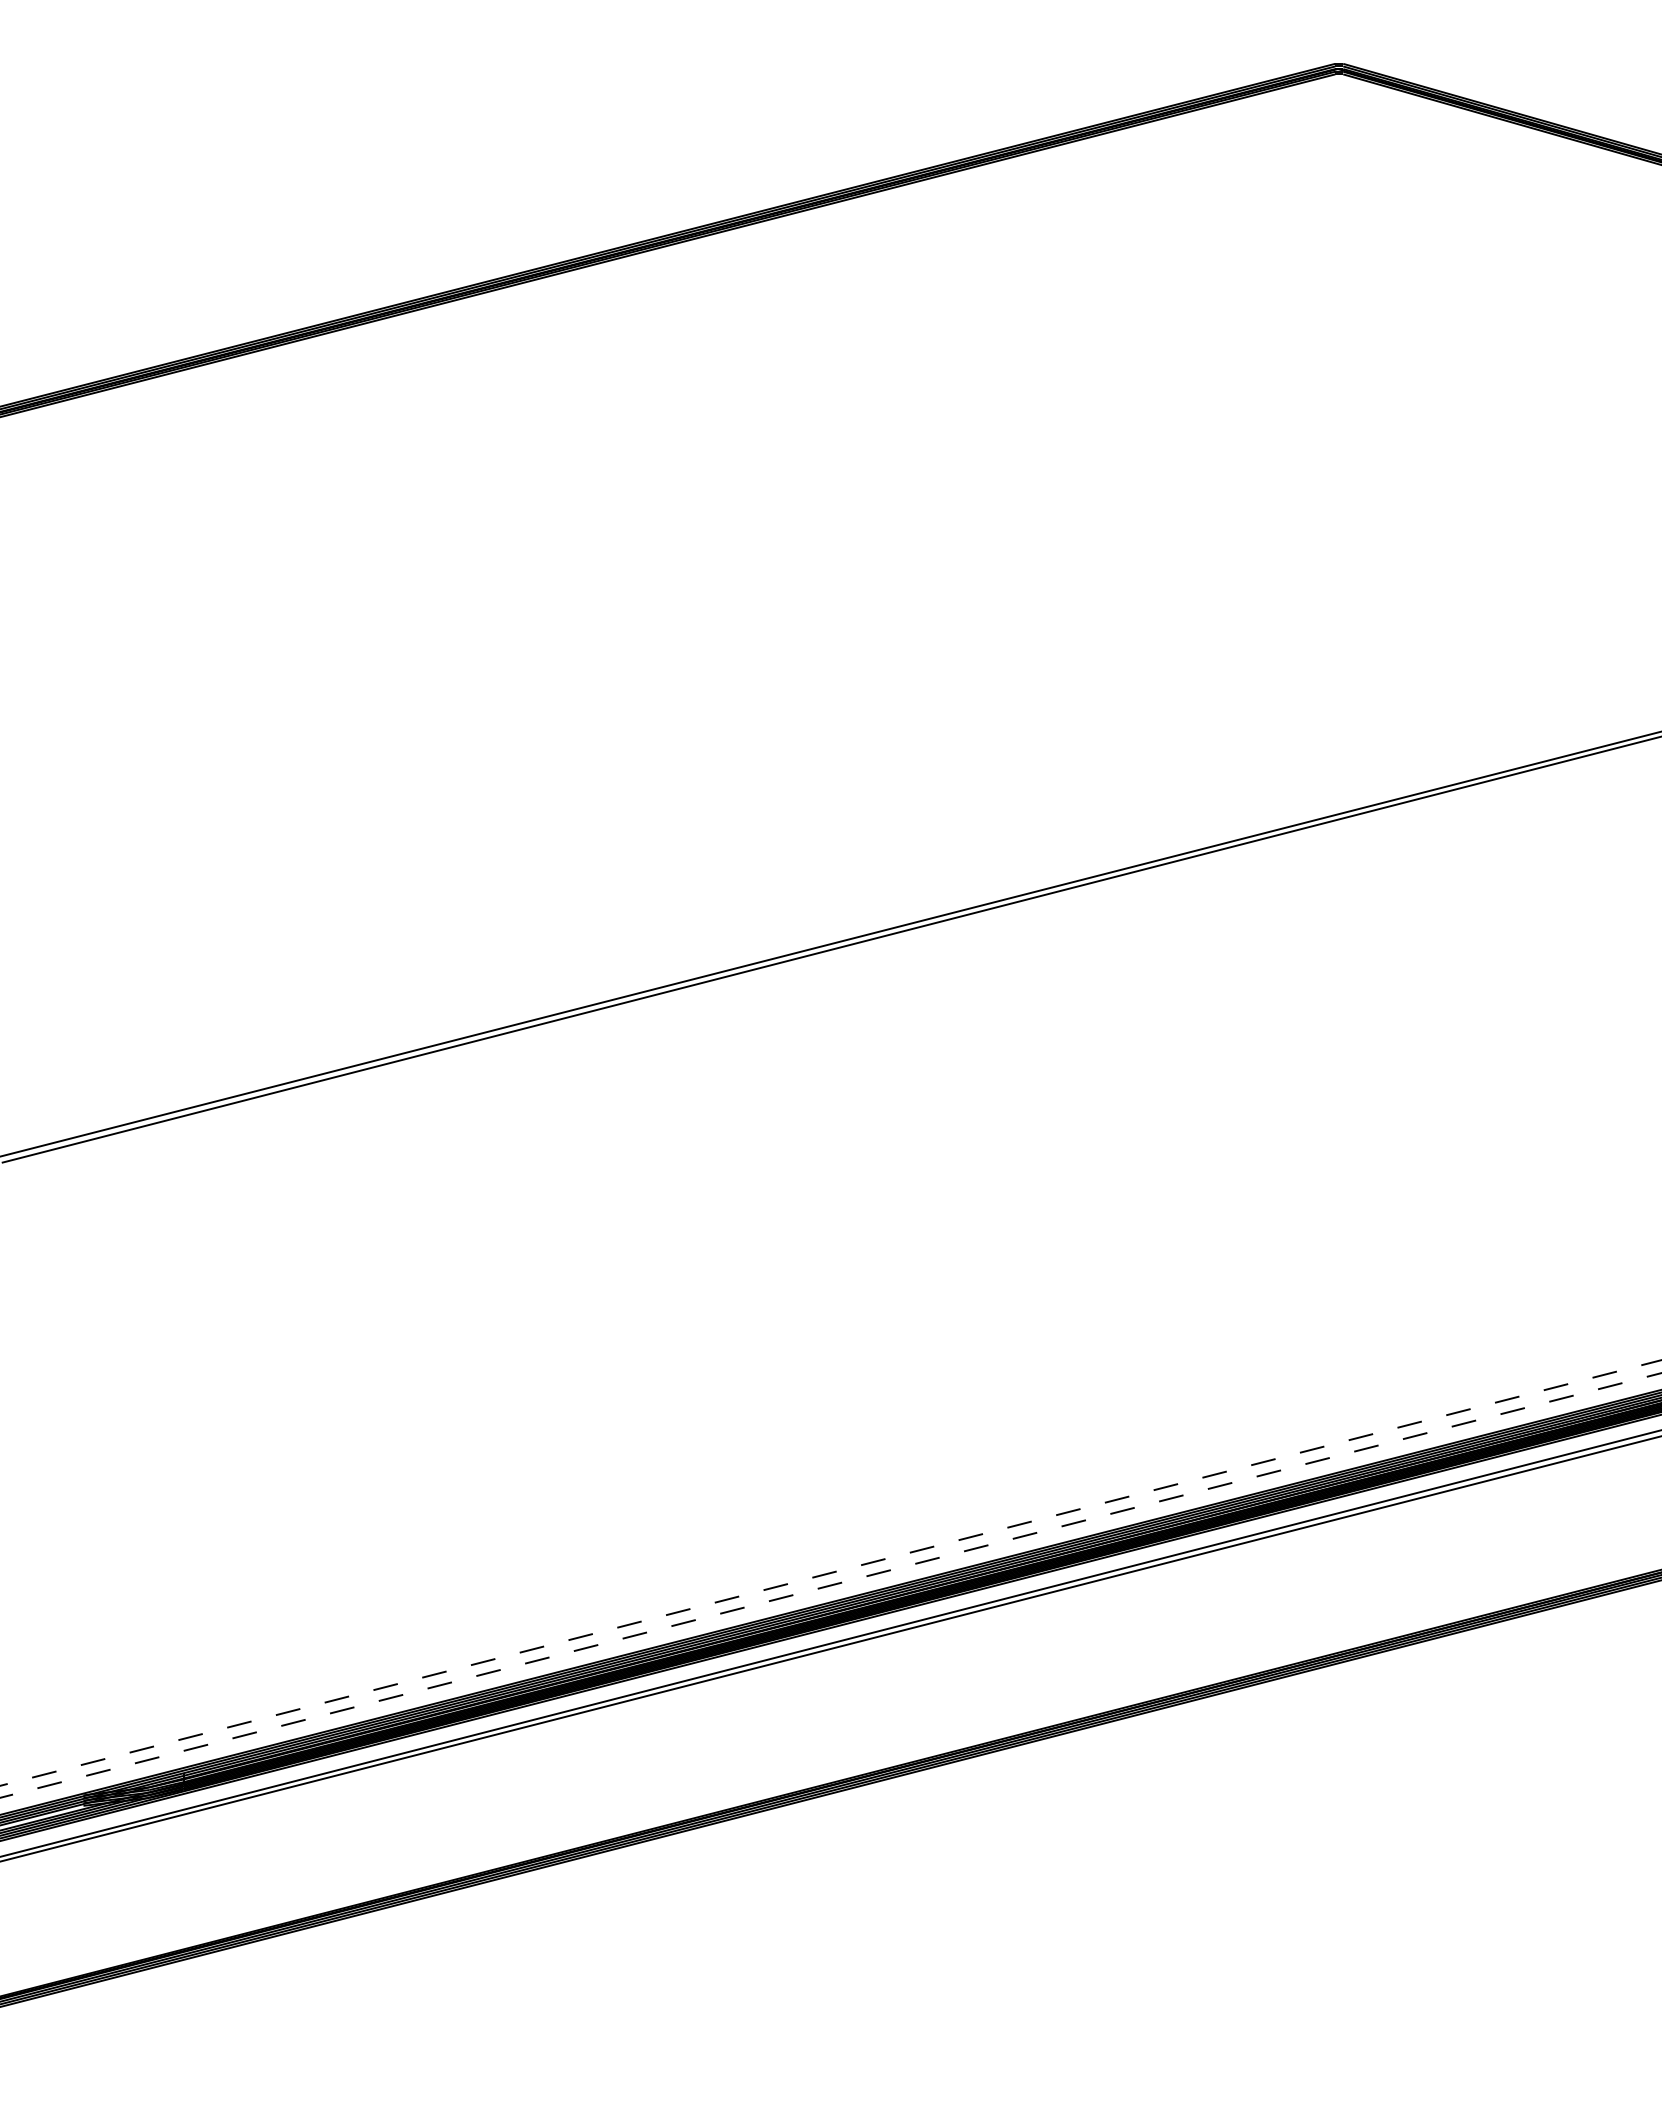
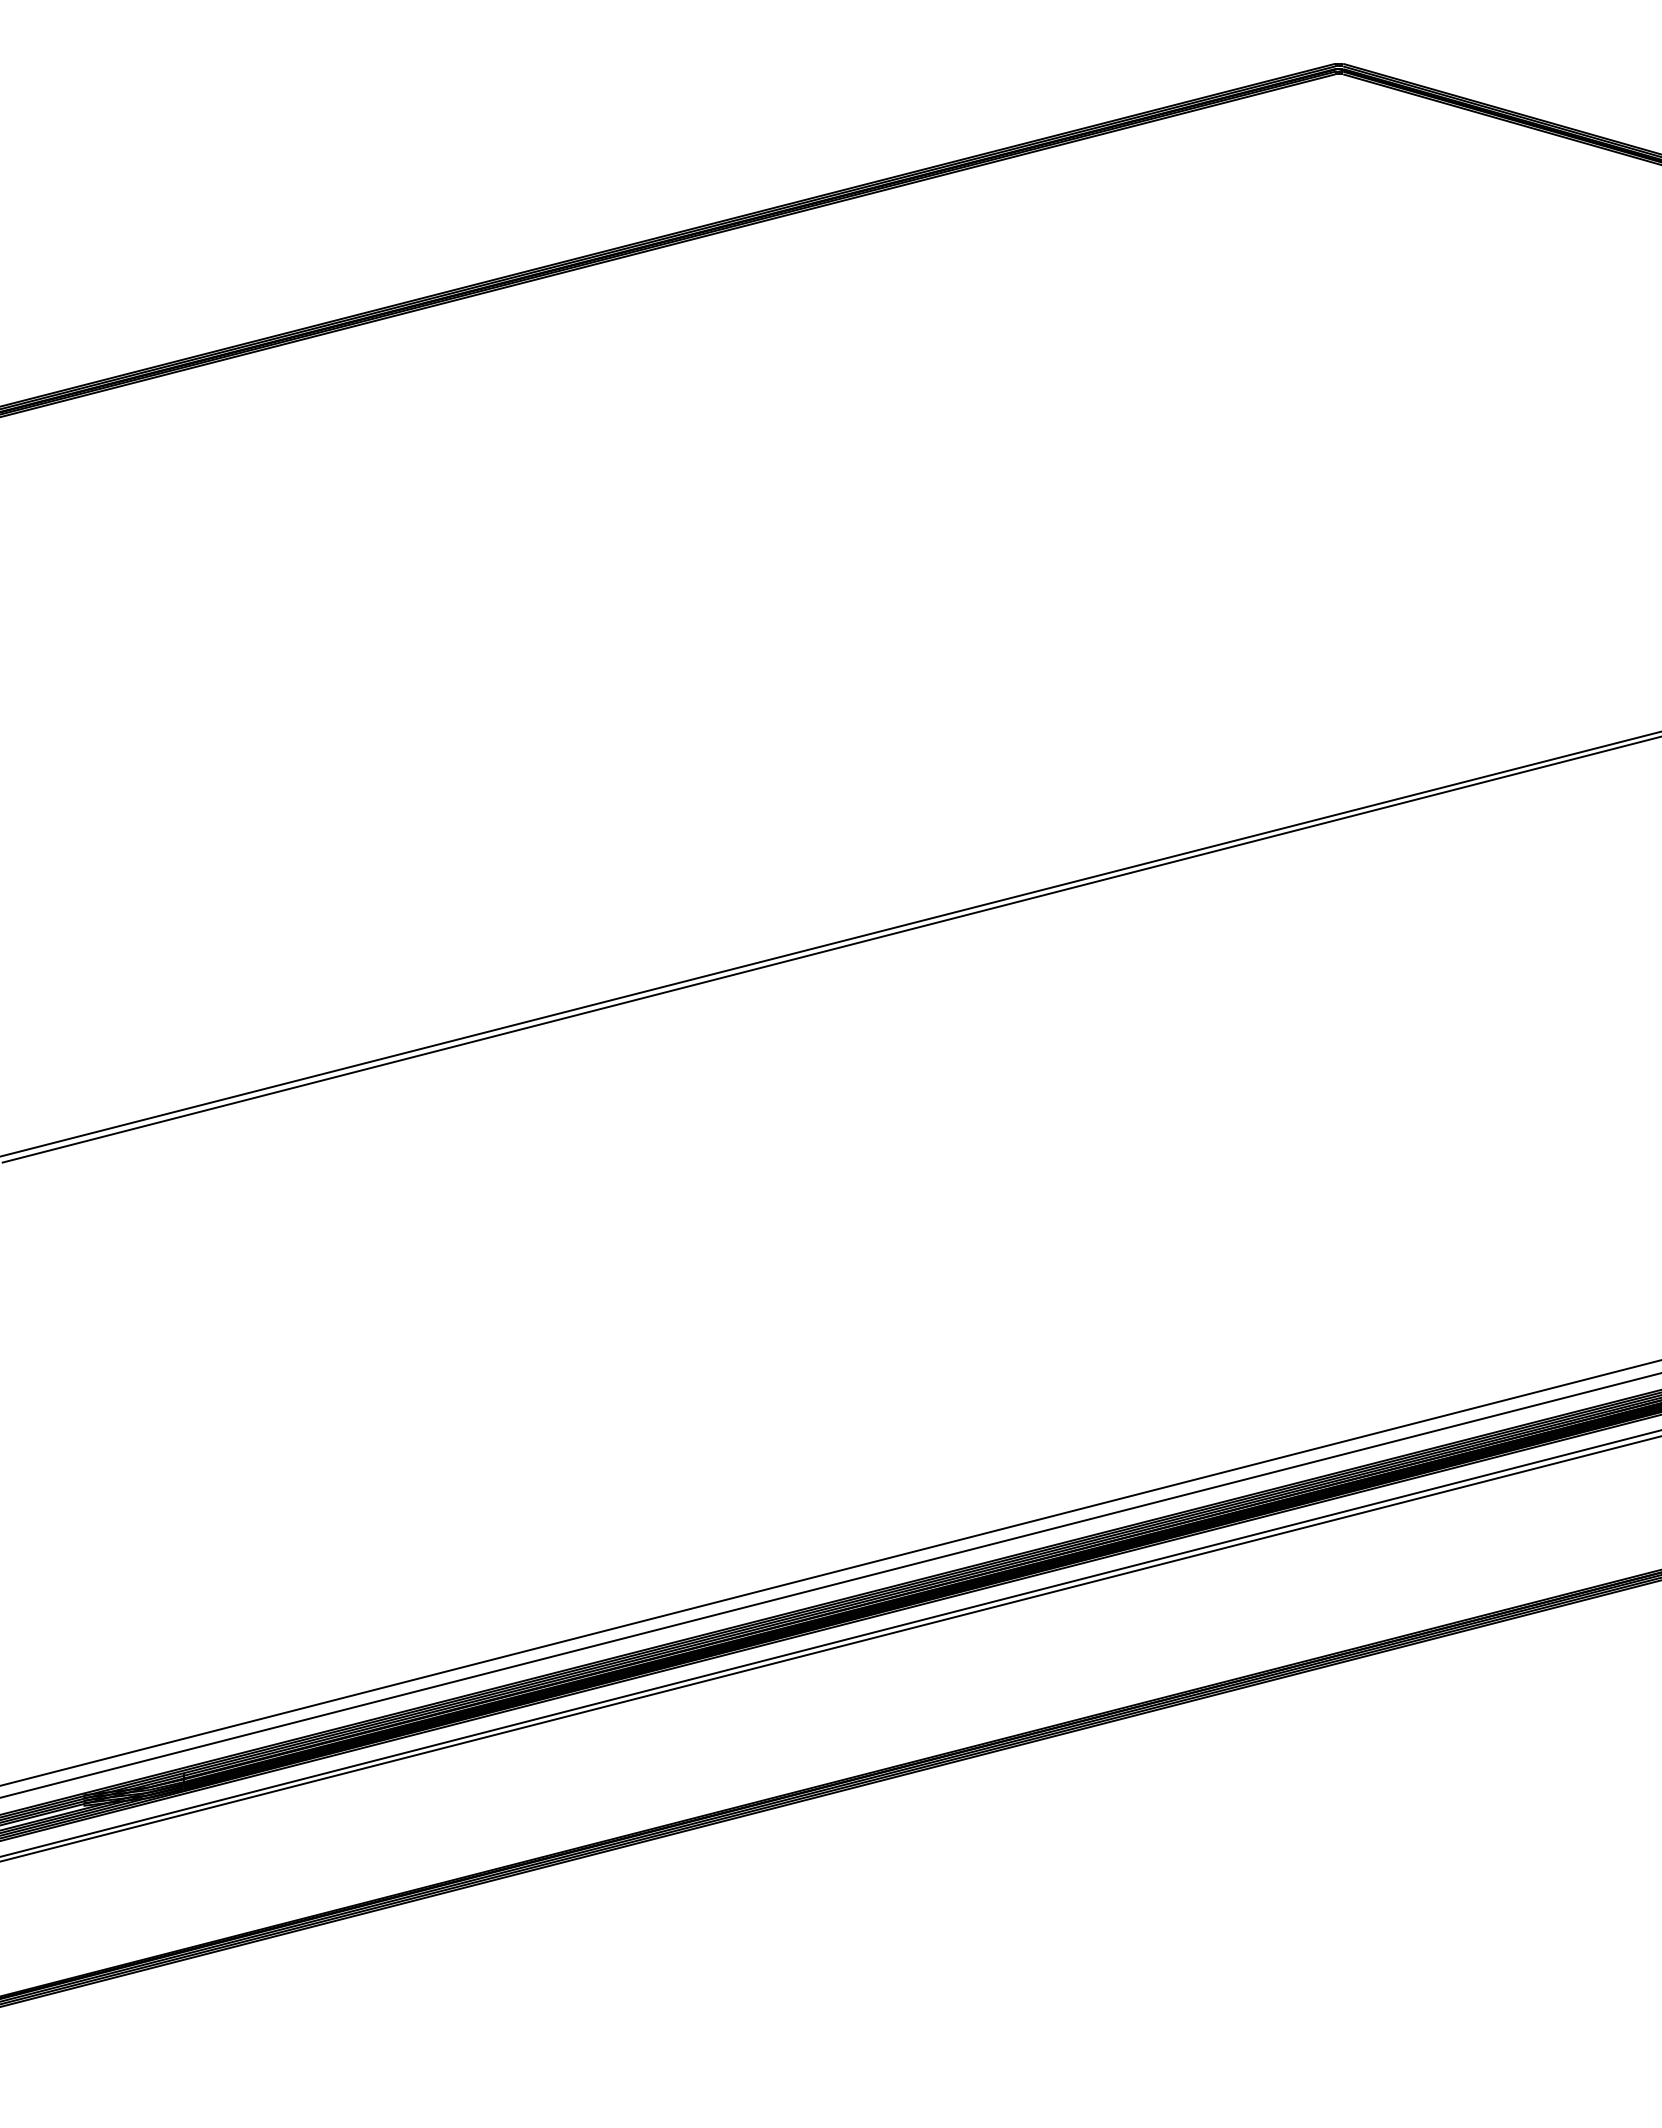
line at (831, 1572): dashed -> solid
line at (830, 1585): dashed -> solid
